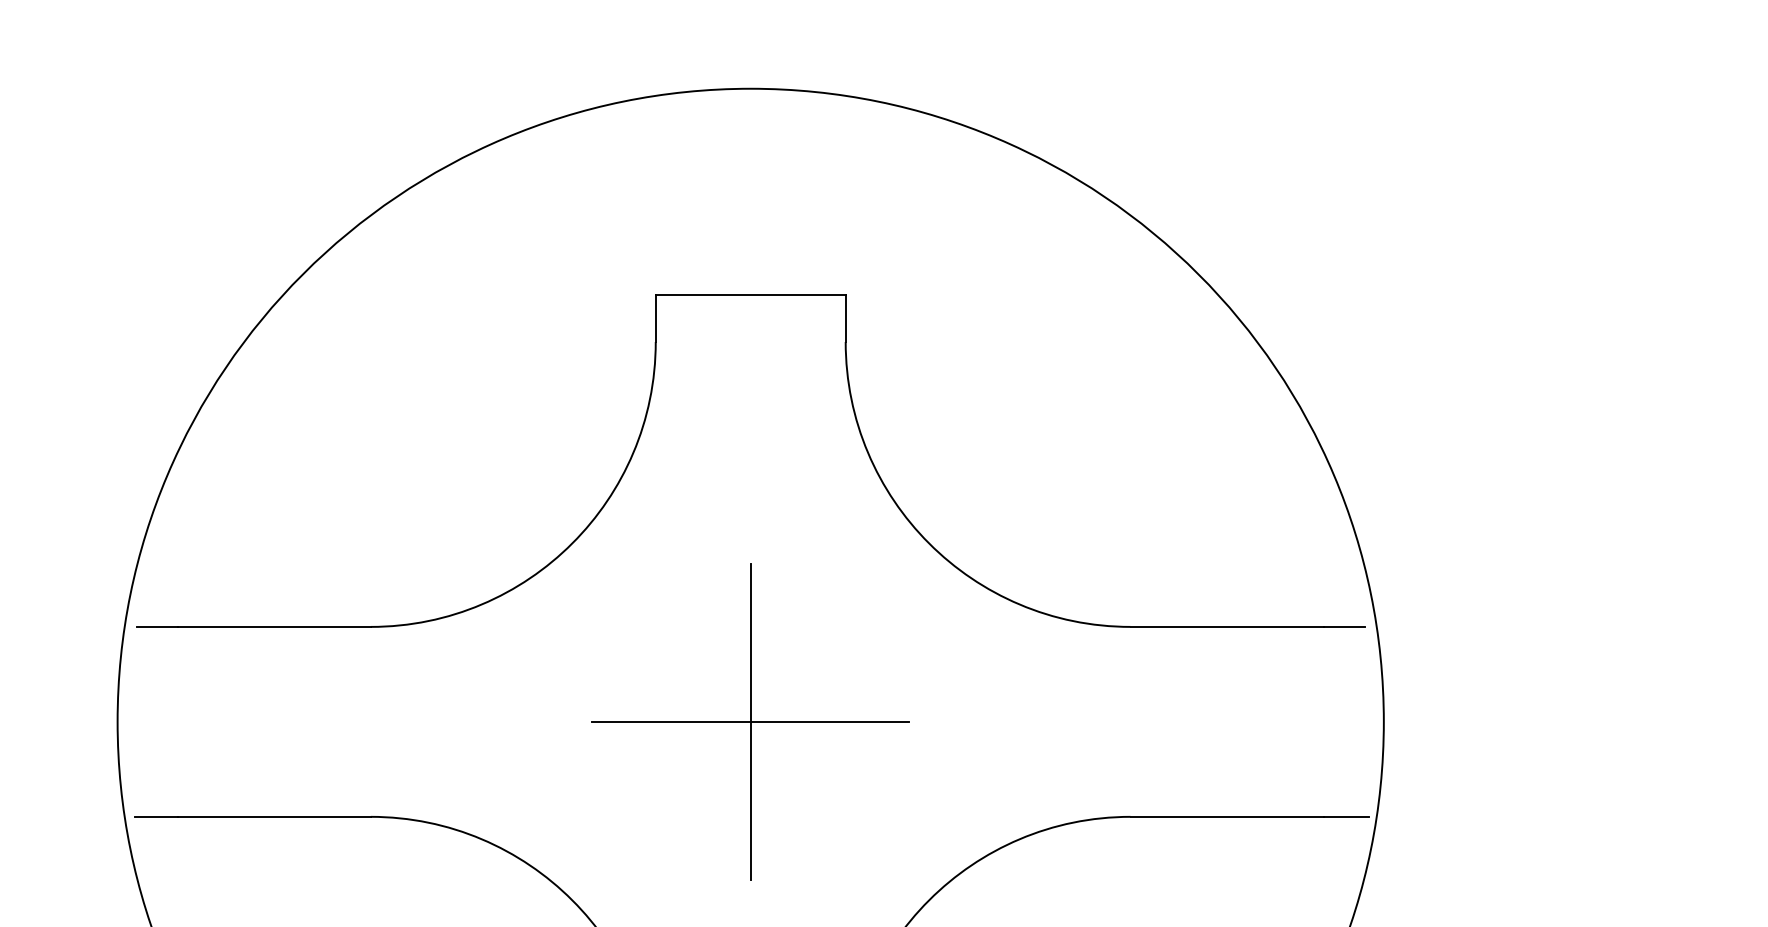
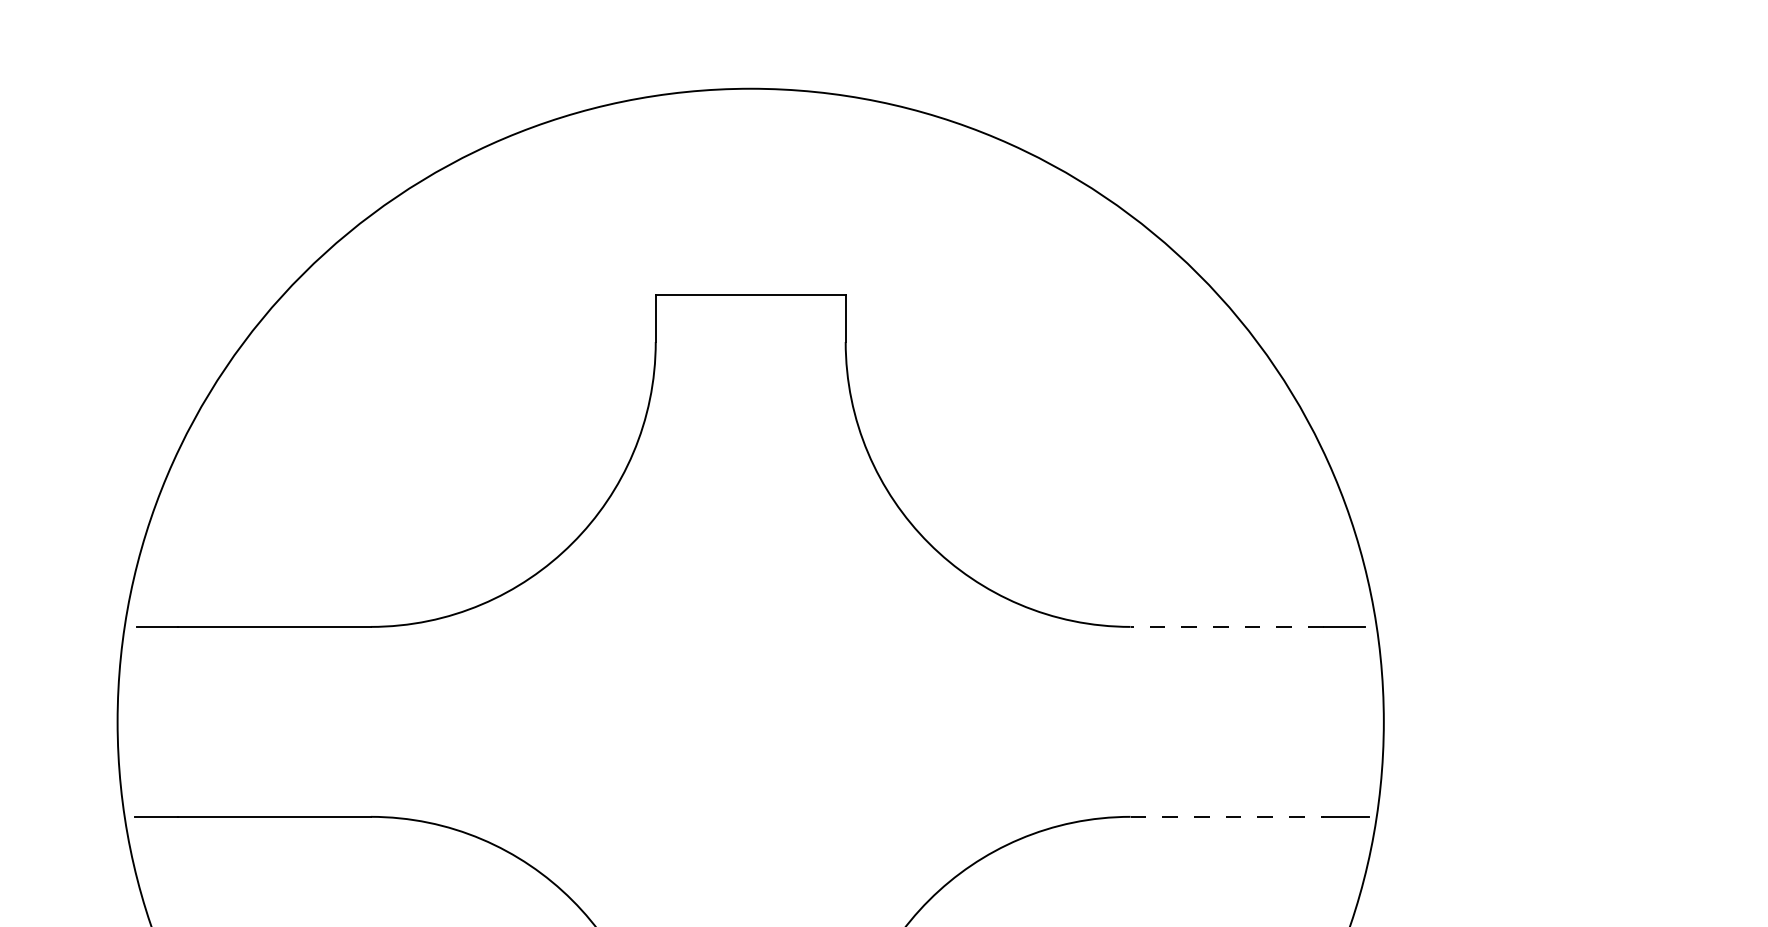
line at (1227, 626): solid -> dashed
part at (750, 721): present -> none
line at (1227, 816): solid -> dashed
